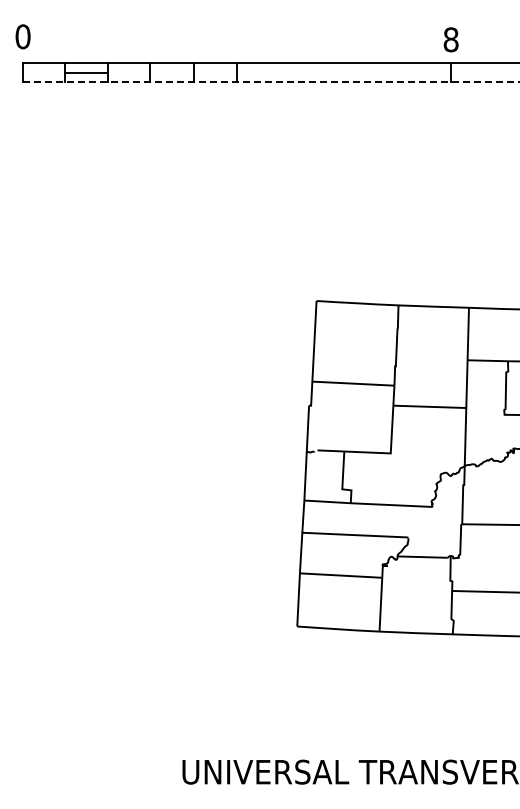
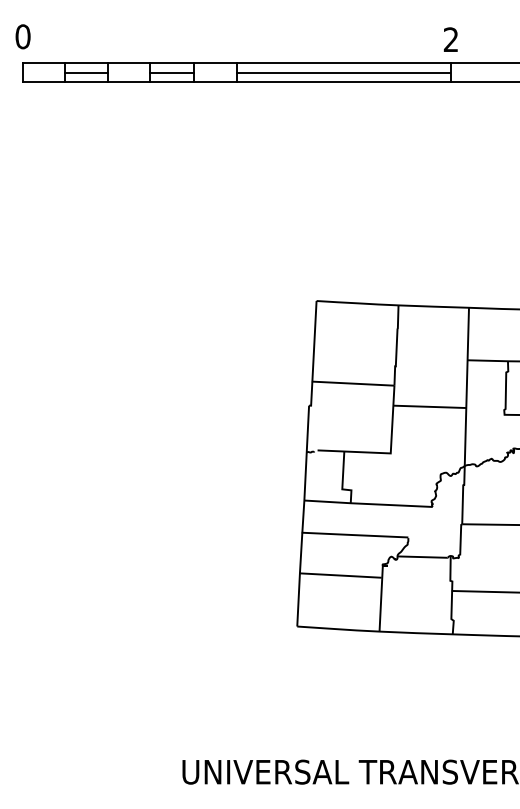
text at (450, 39): 8 -> 2
line at (171, 72): none -> present
line at (343, 72): none -> present
line at (271, 82): dashed -> solid
